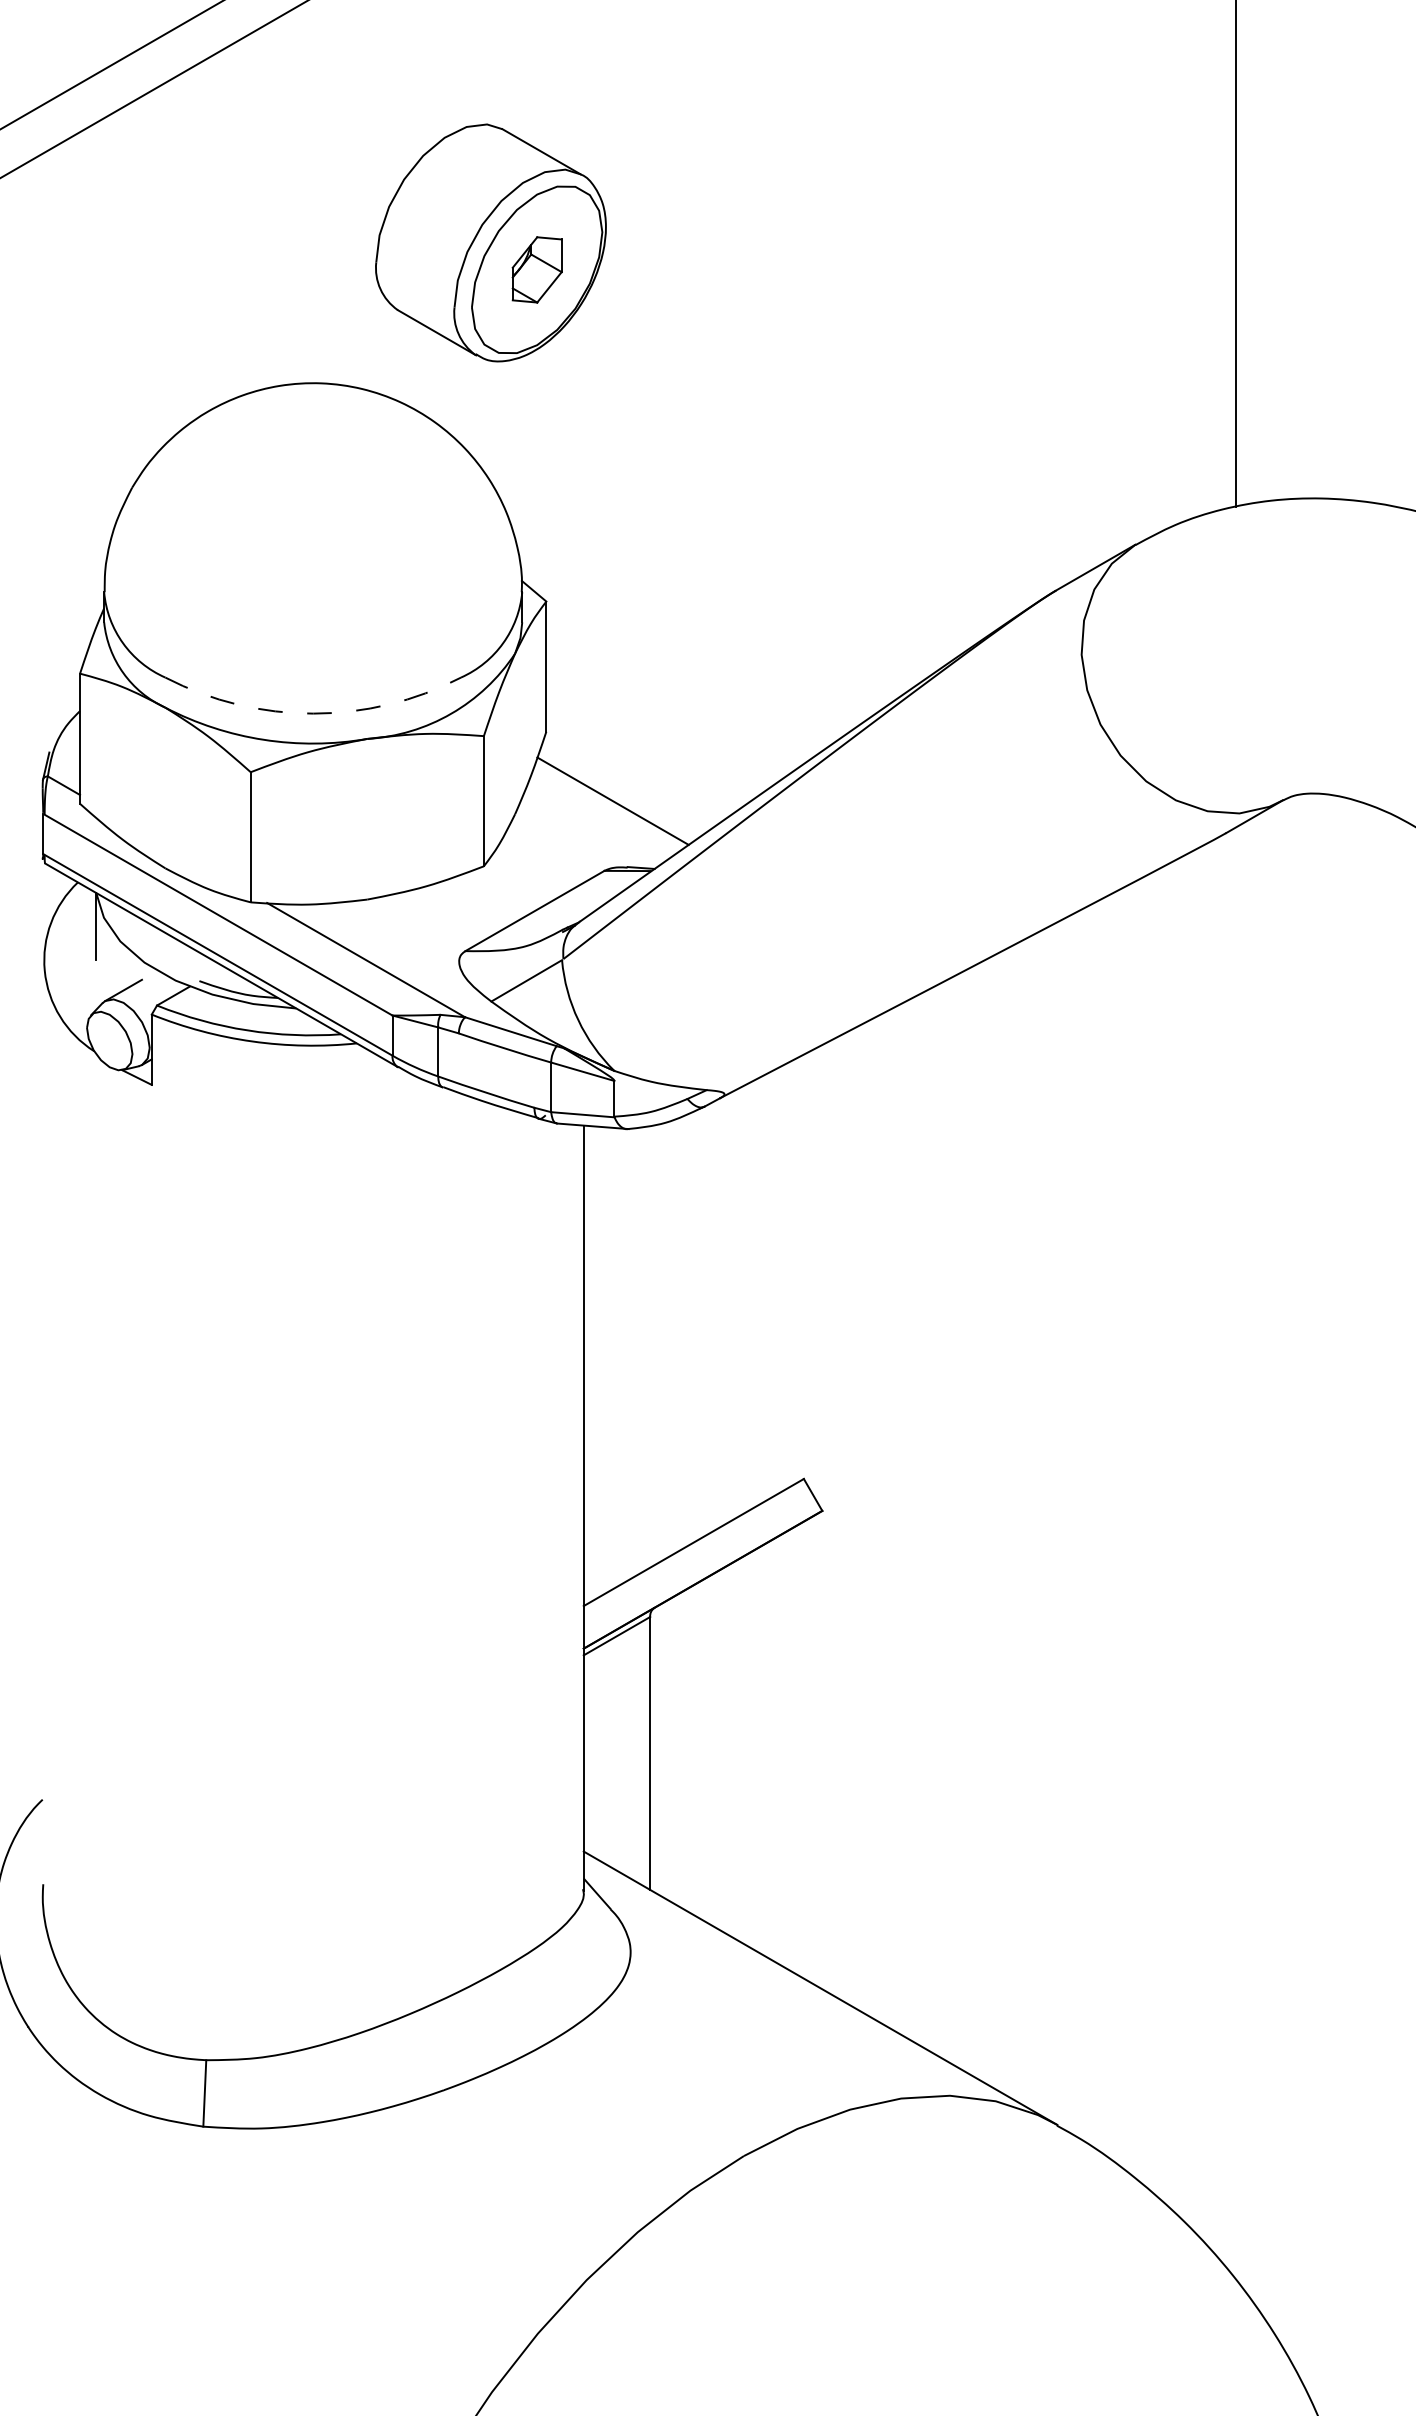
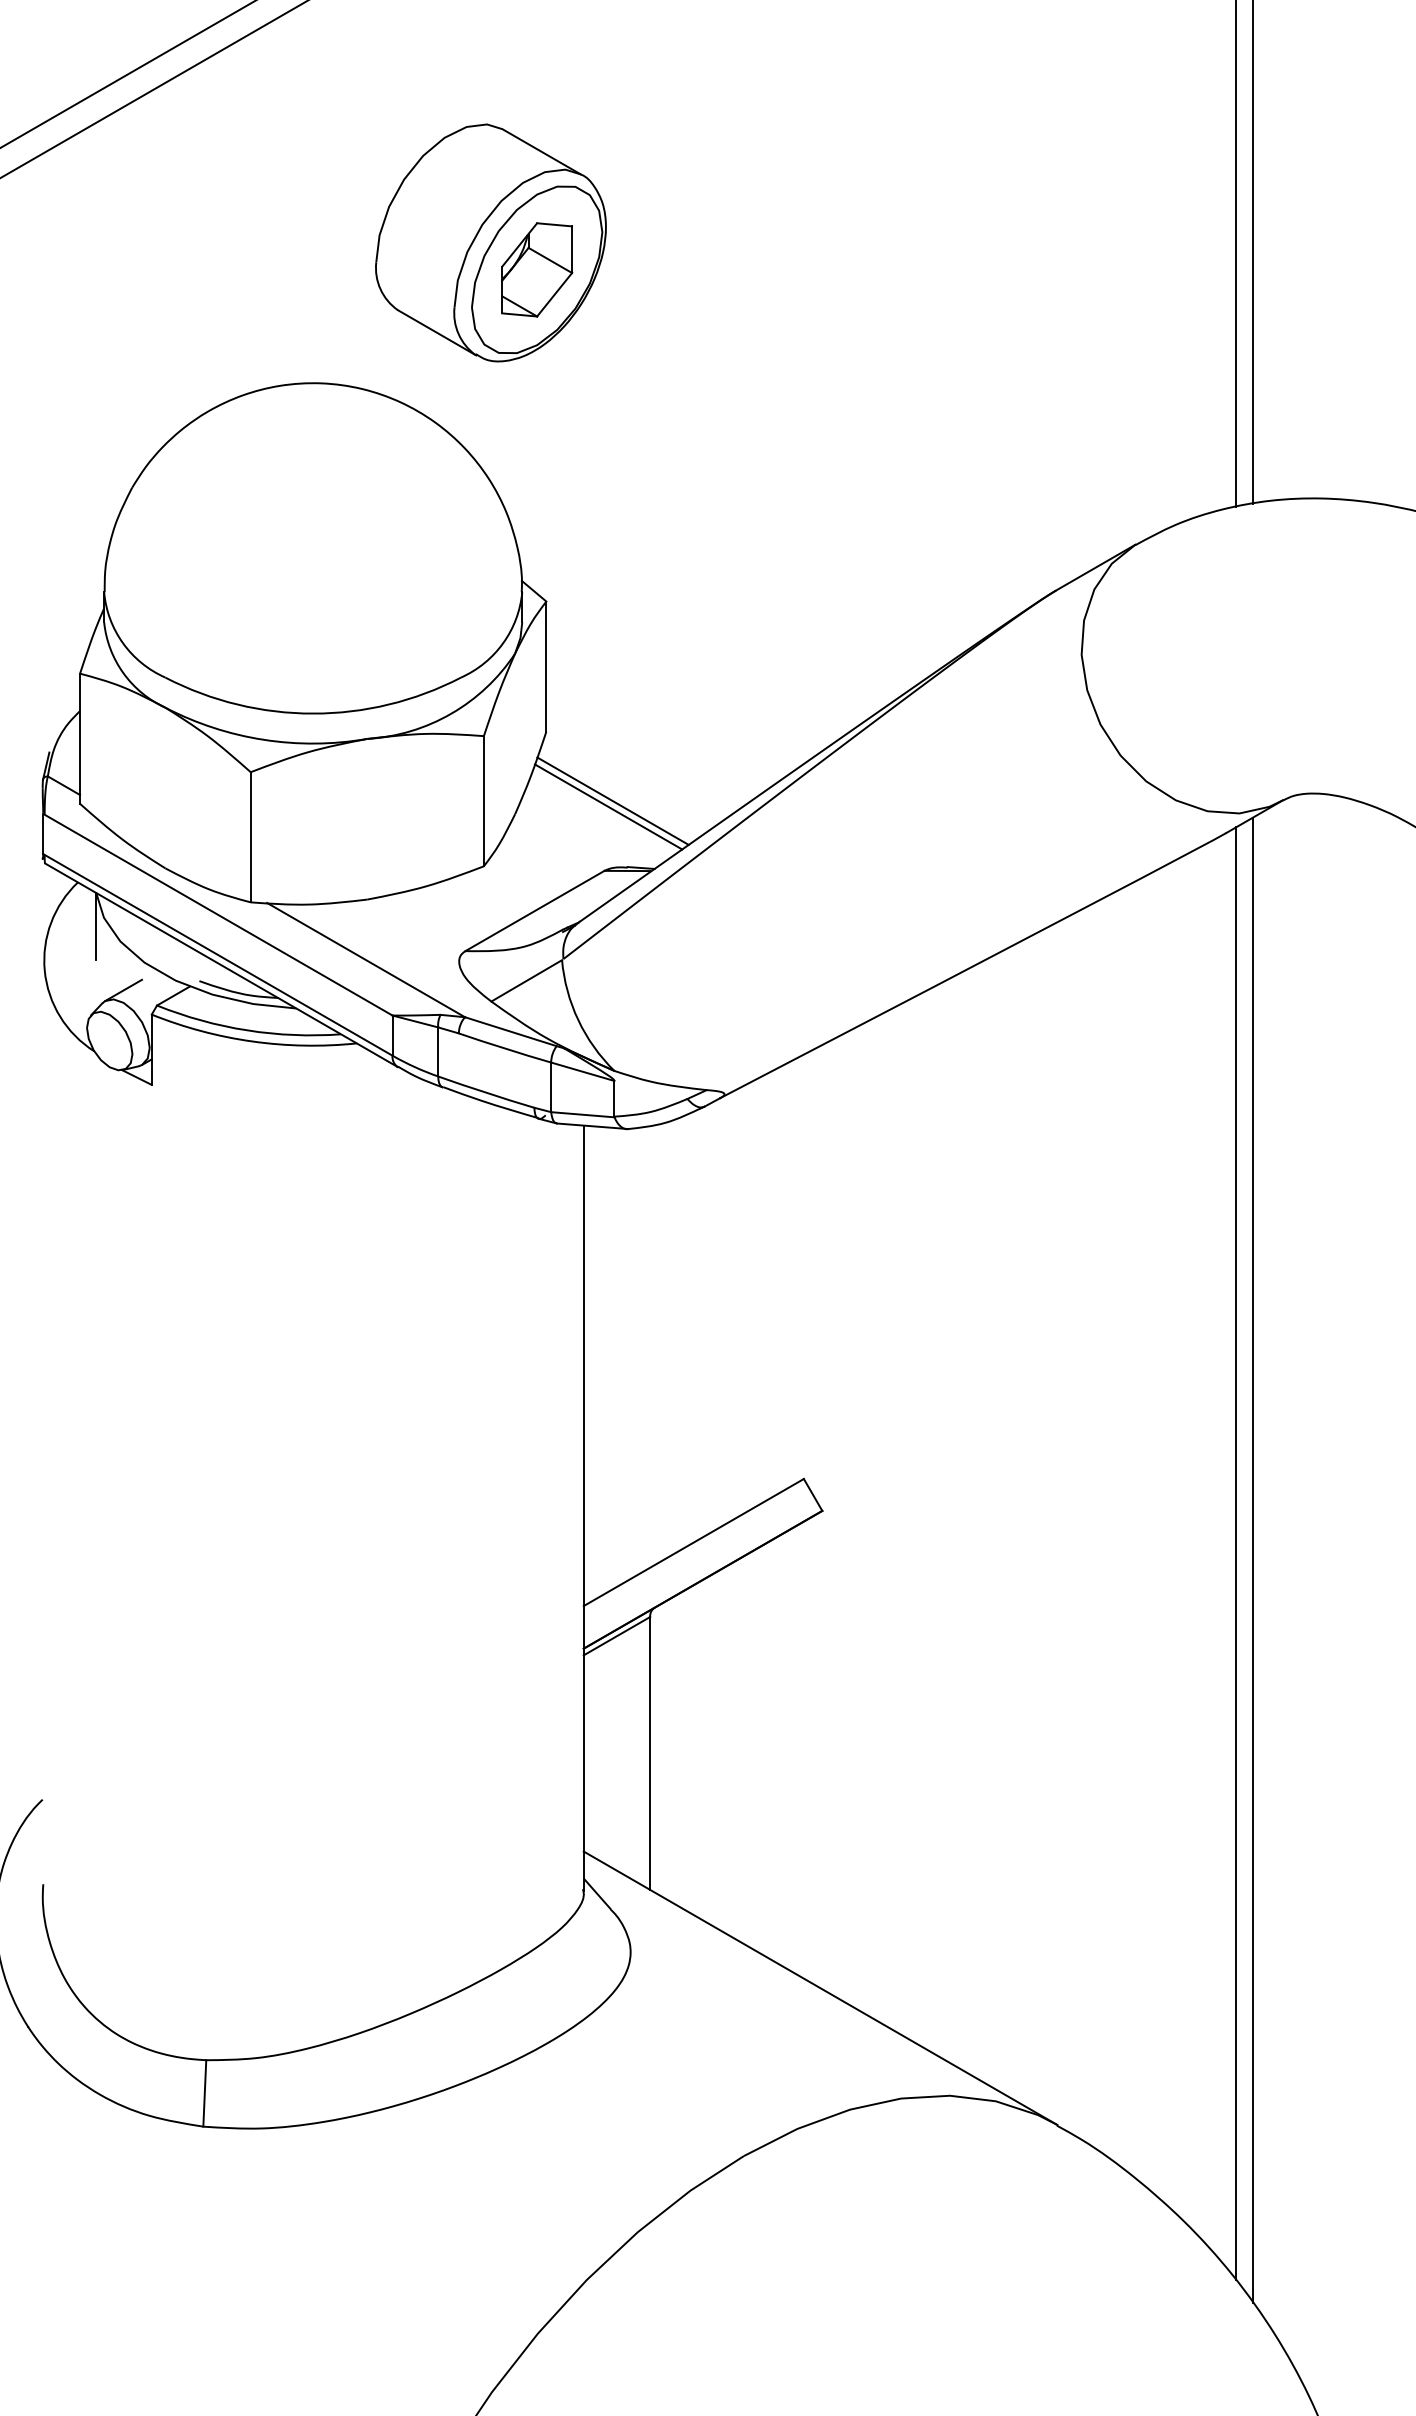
line at (111, 65) position: (111, 65) -> (127, 74)
line at (1252, 253): none -> present
part at (536, 269) size: 52x68 px -> 73x96 px
arc at (313, 713): dashed -> solid
line at (608, 806): none -> present
line at (1236, 1553): none -> present
line at (1252, 1560): none -> present
